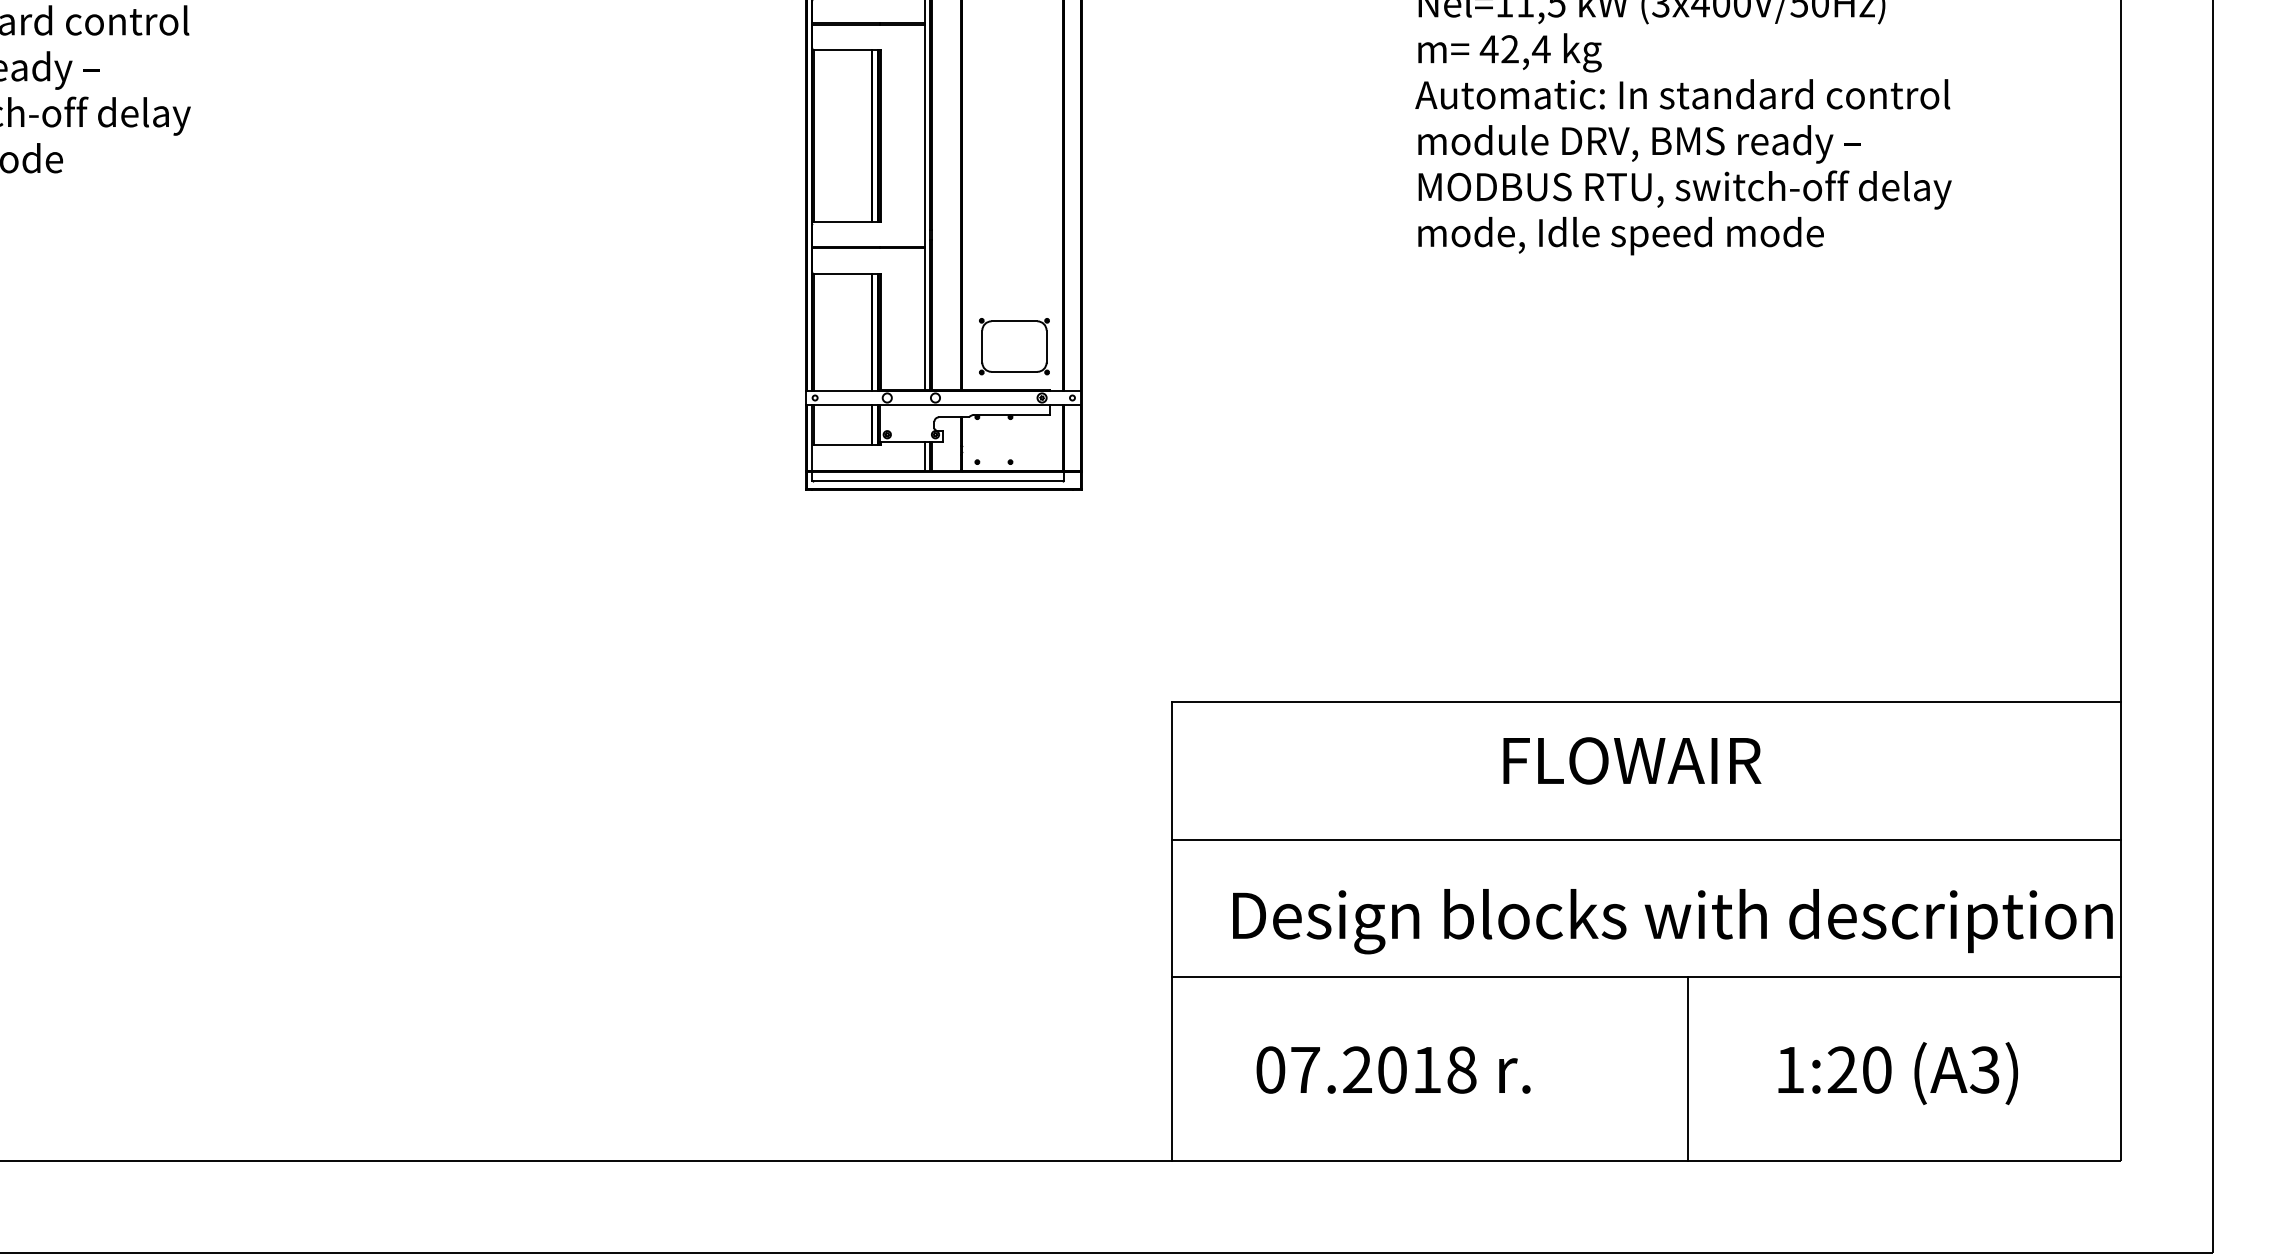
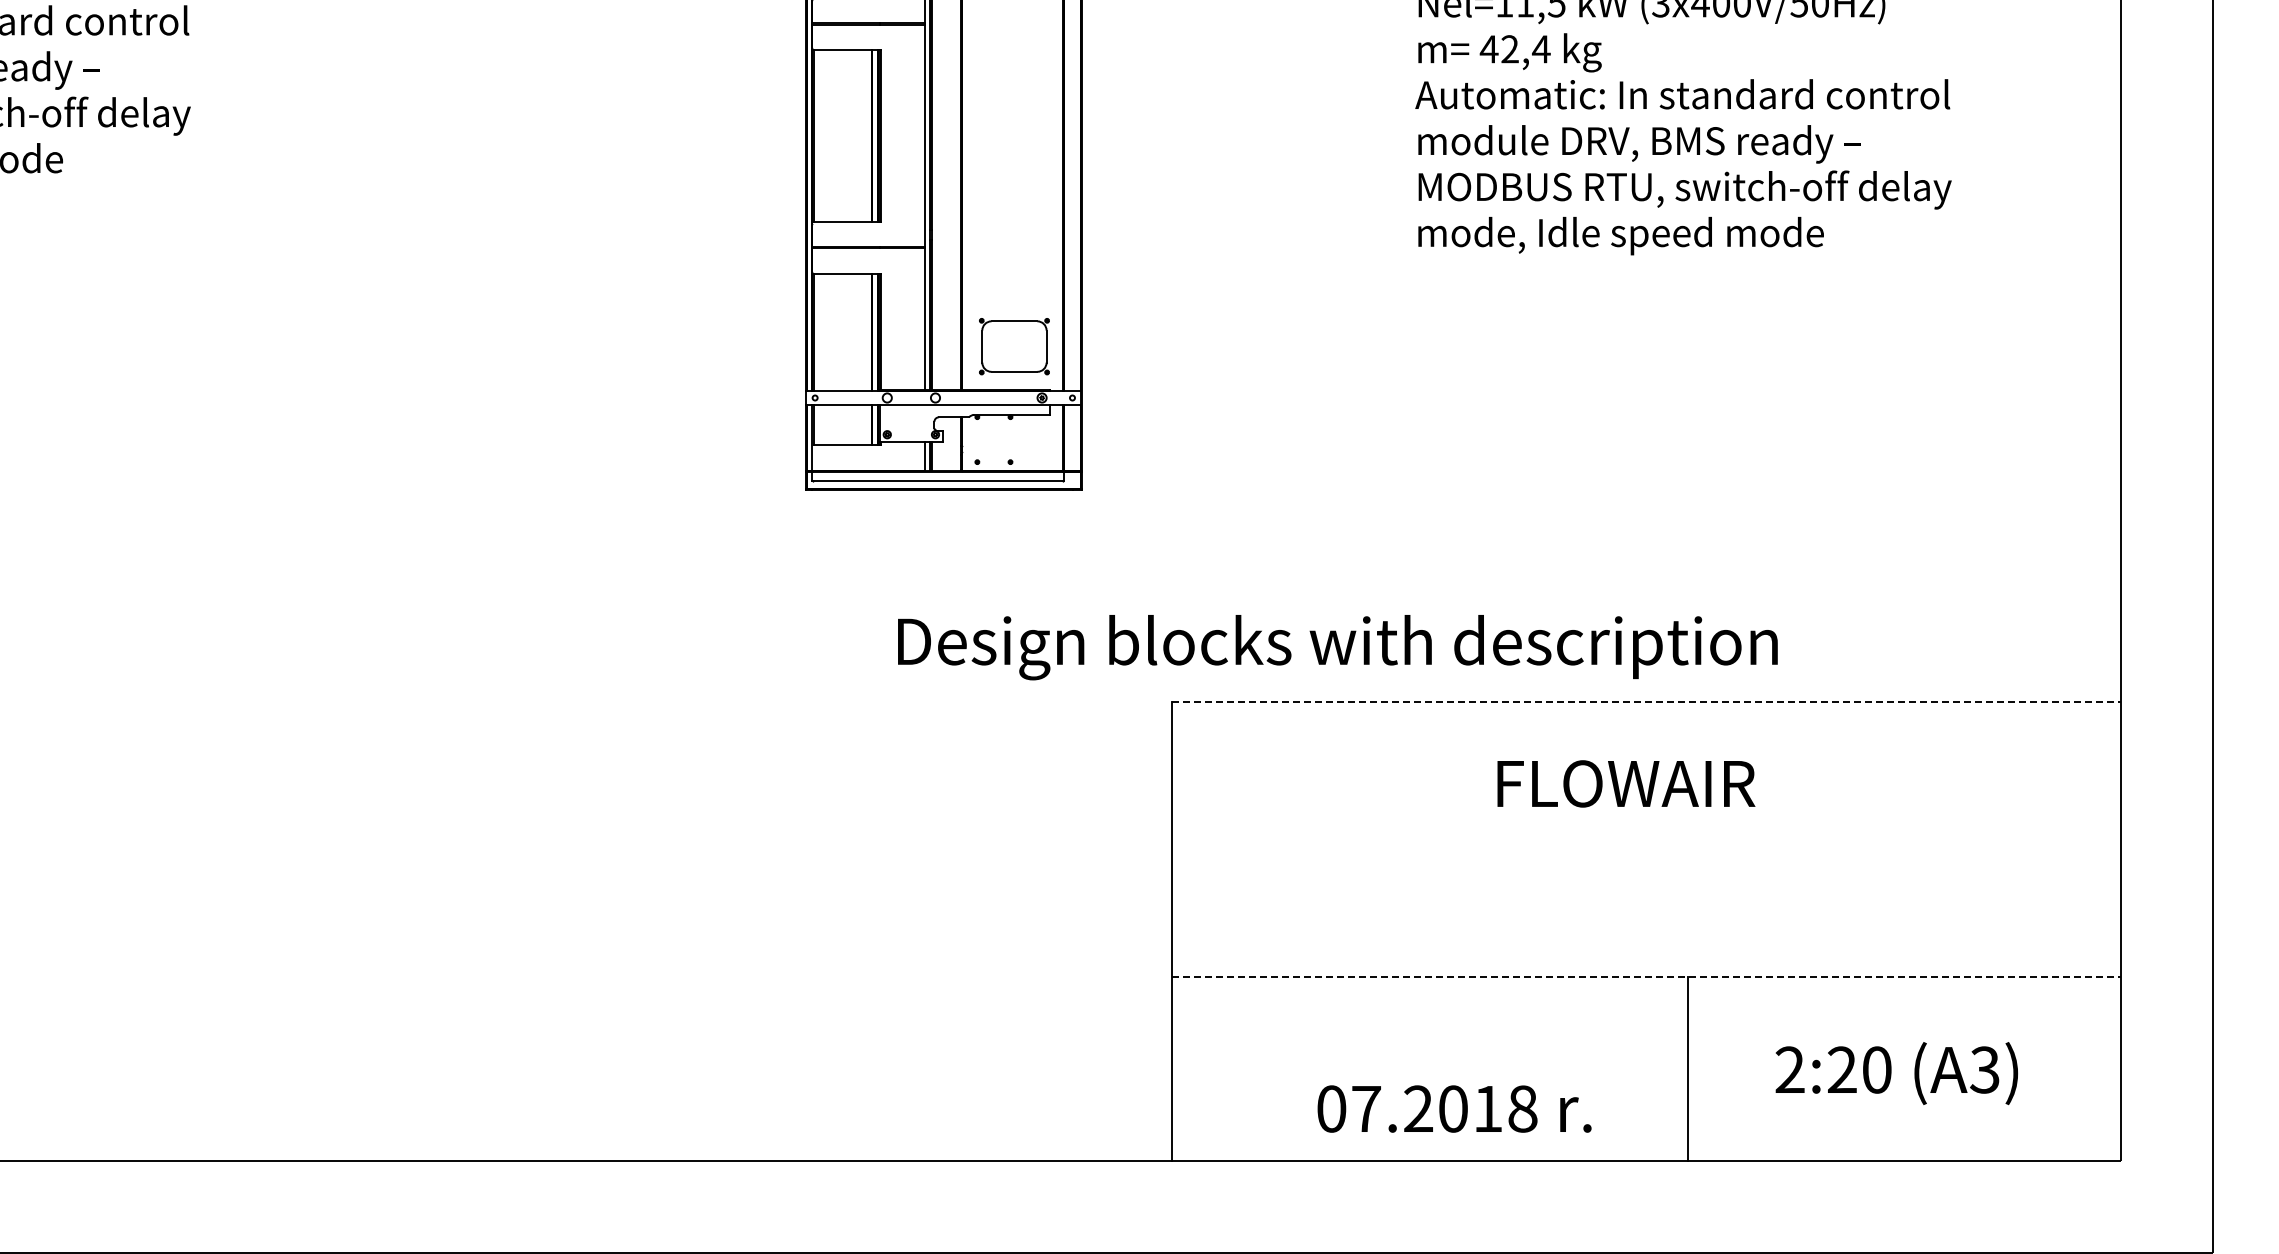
line at (1646, 702): solid -> dashed
text at (1632, 760) position: (1632, 760) -> (1626, 783)
line at (1645, 839): present -> none
text at (1672, 921) position: (1672, 921) -> (1337, 647)
line at (1646, 977): solid -> dashed
text at (1393, 1069) position: (1393, 1069) -> (1454, 1108)
text at (1789, 1069): 1:20 -> 2:20
